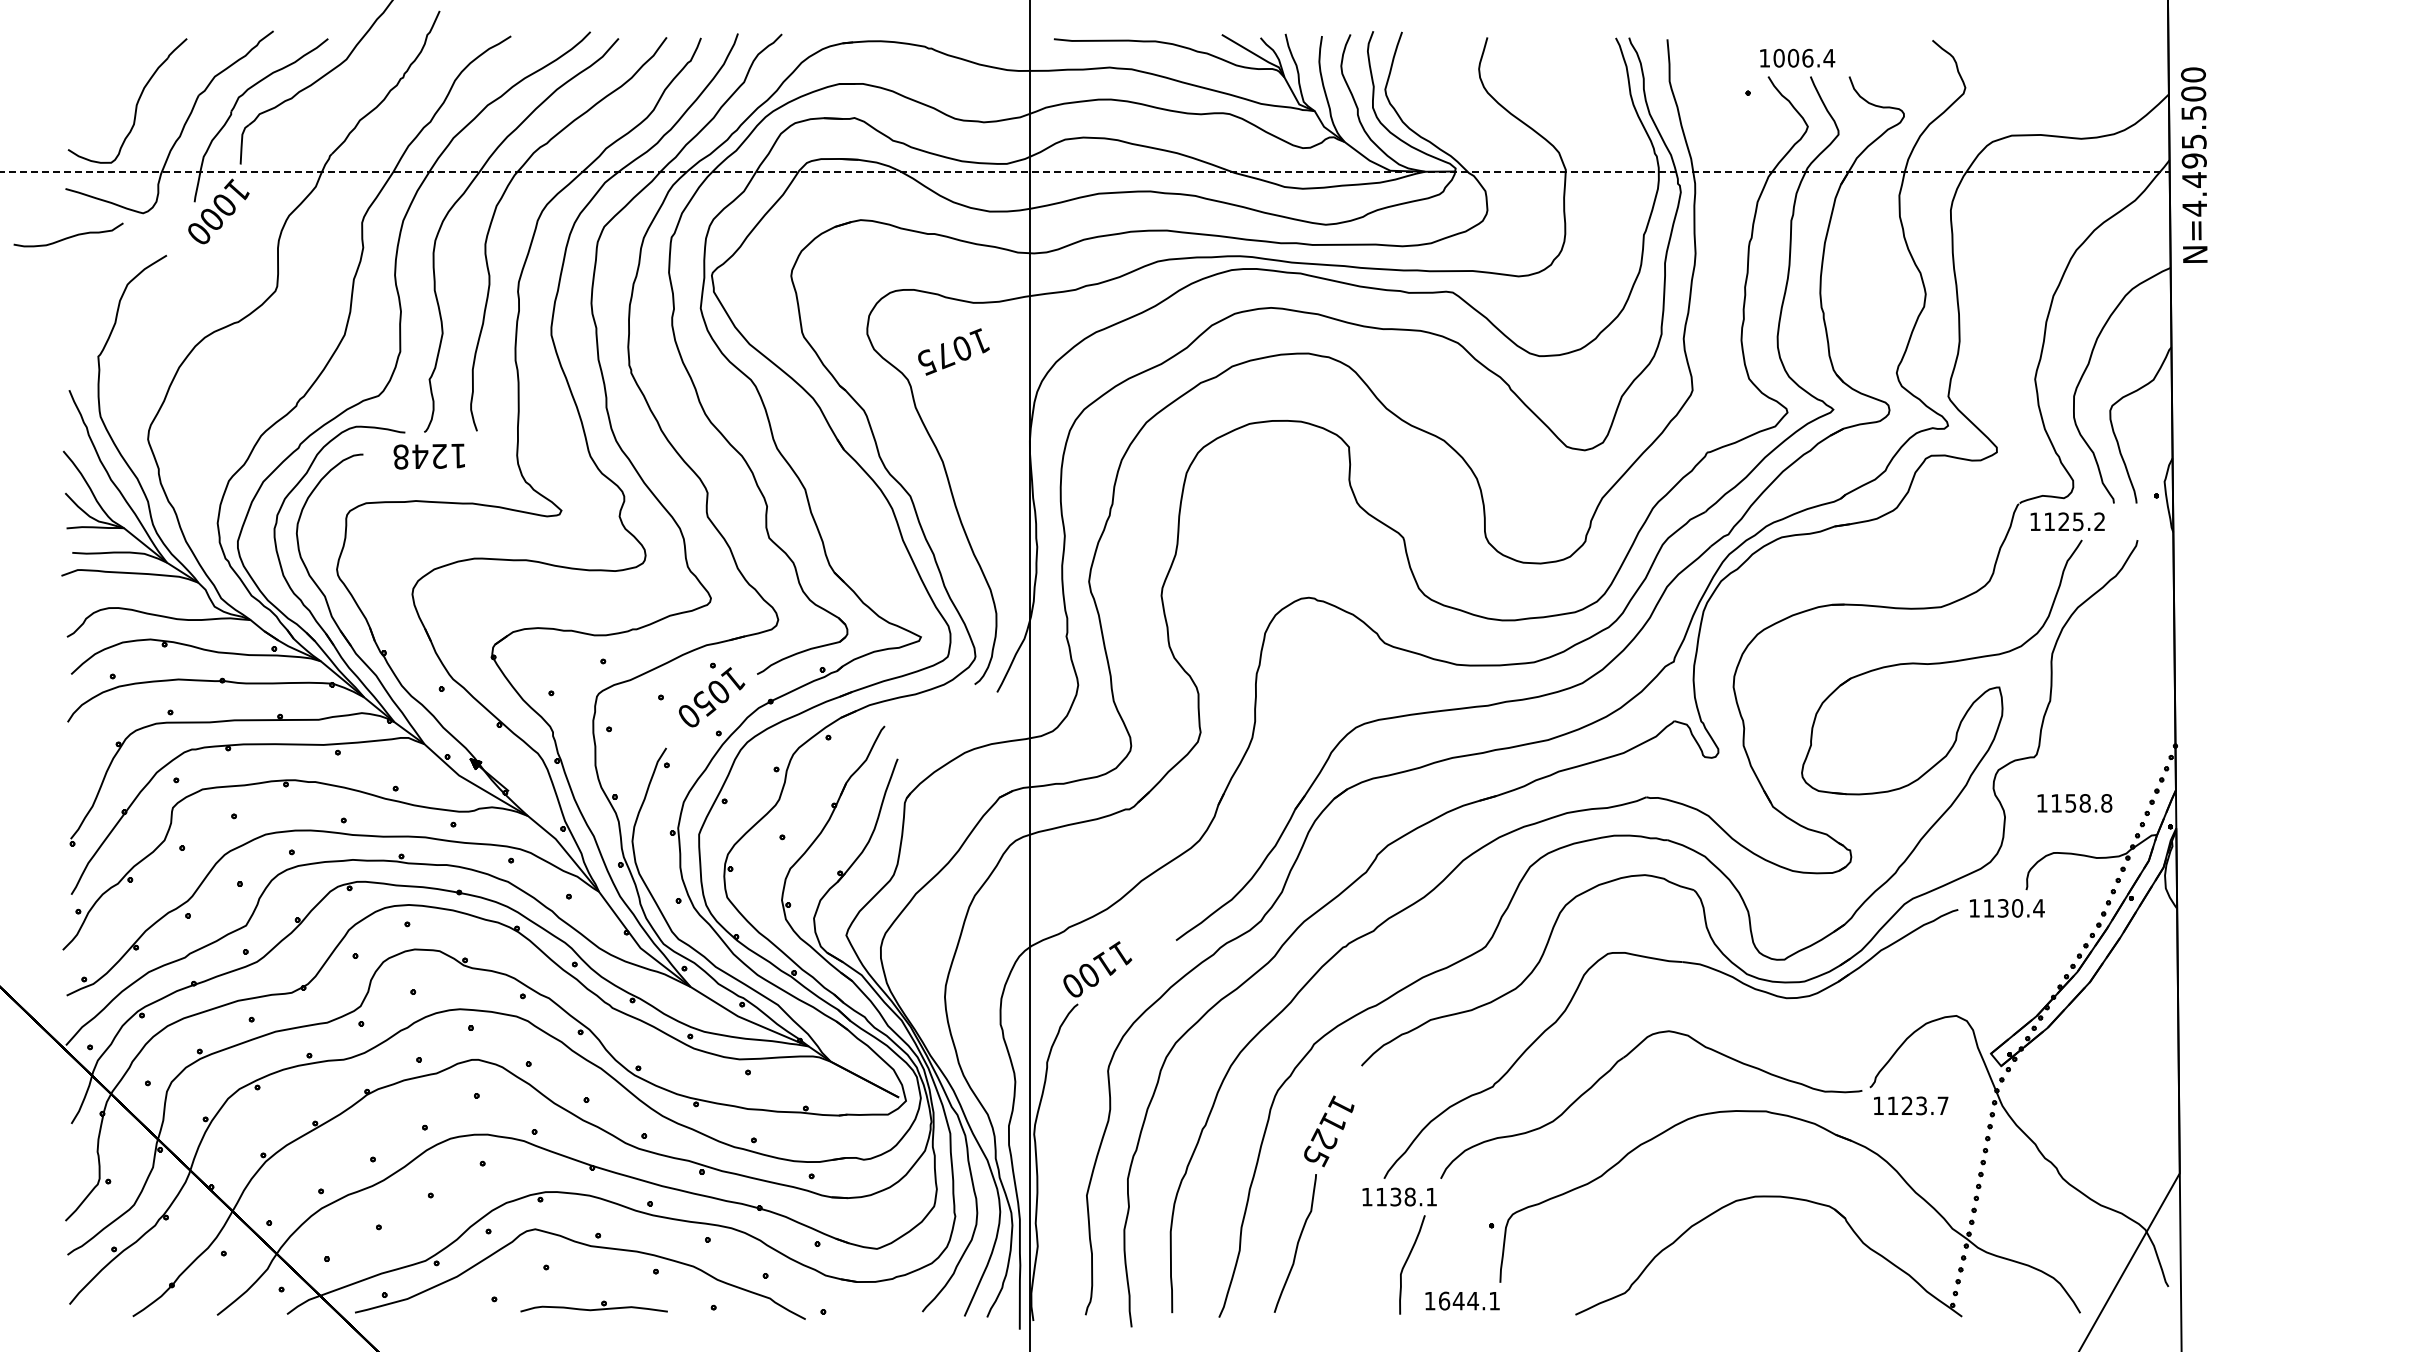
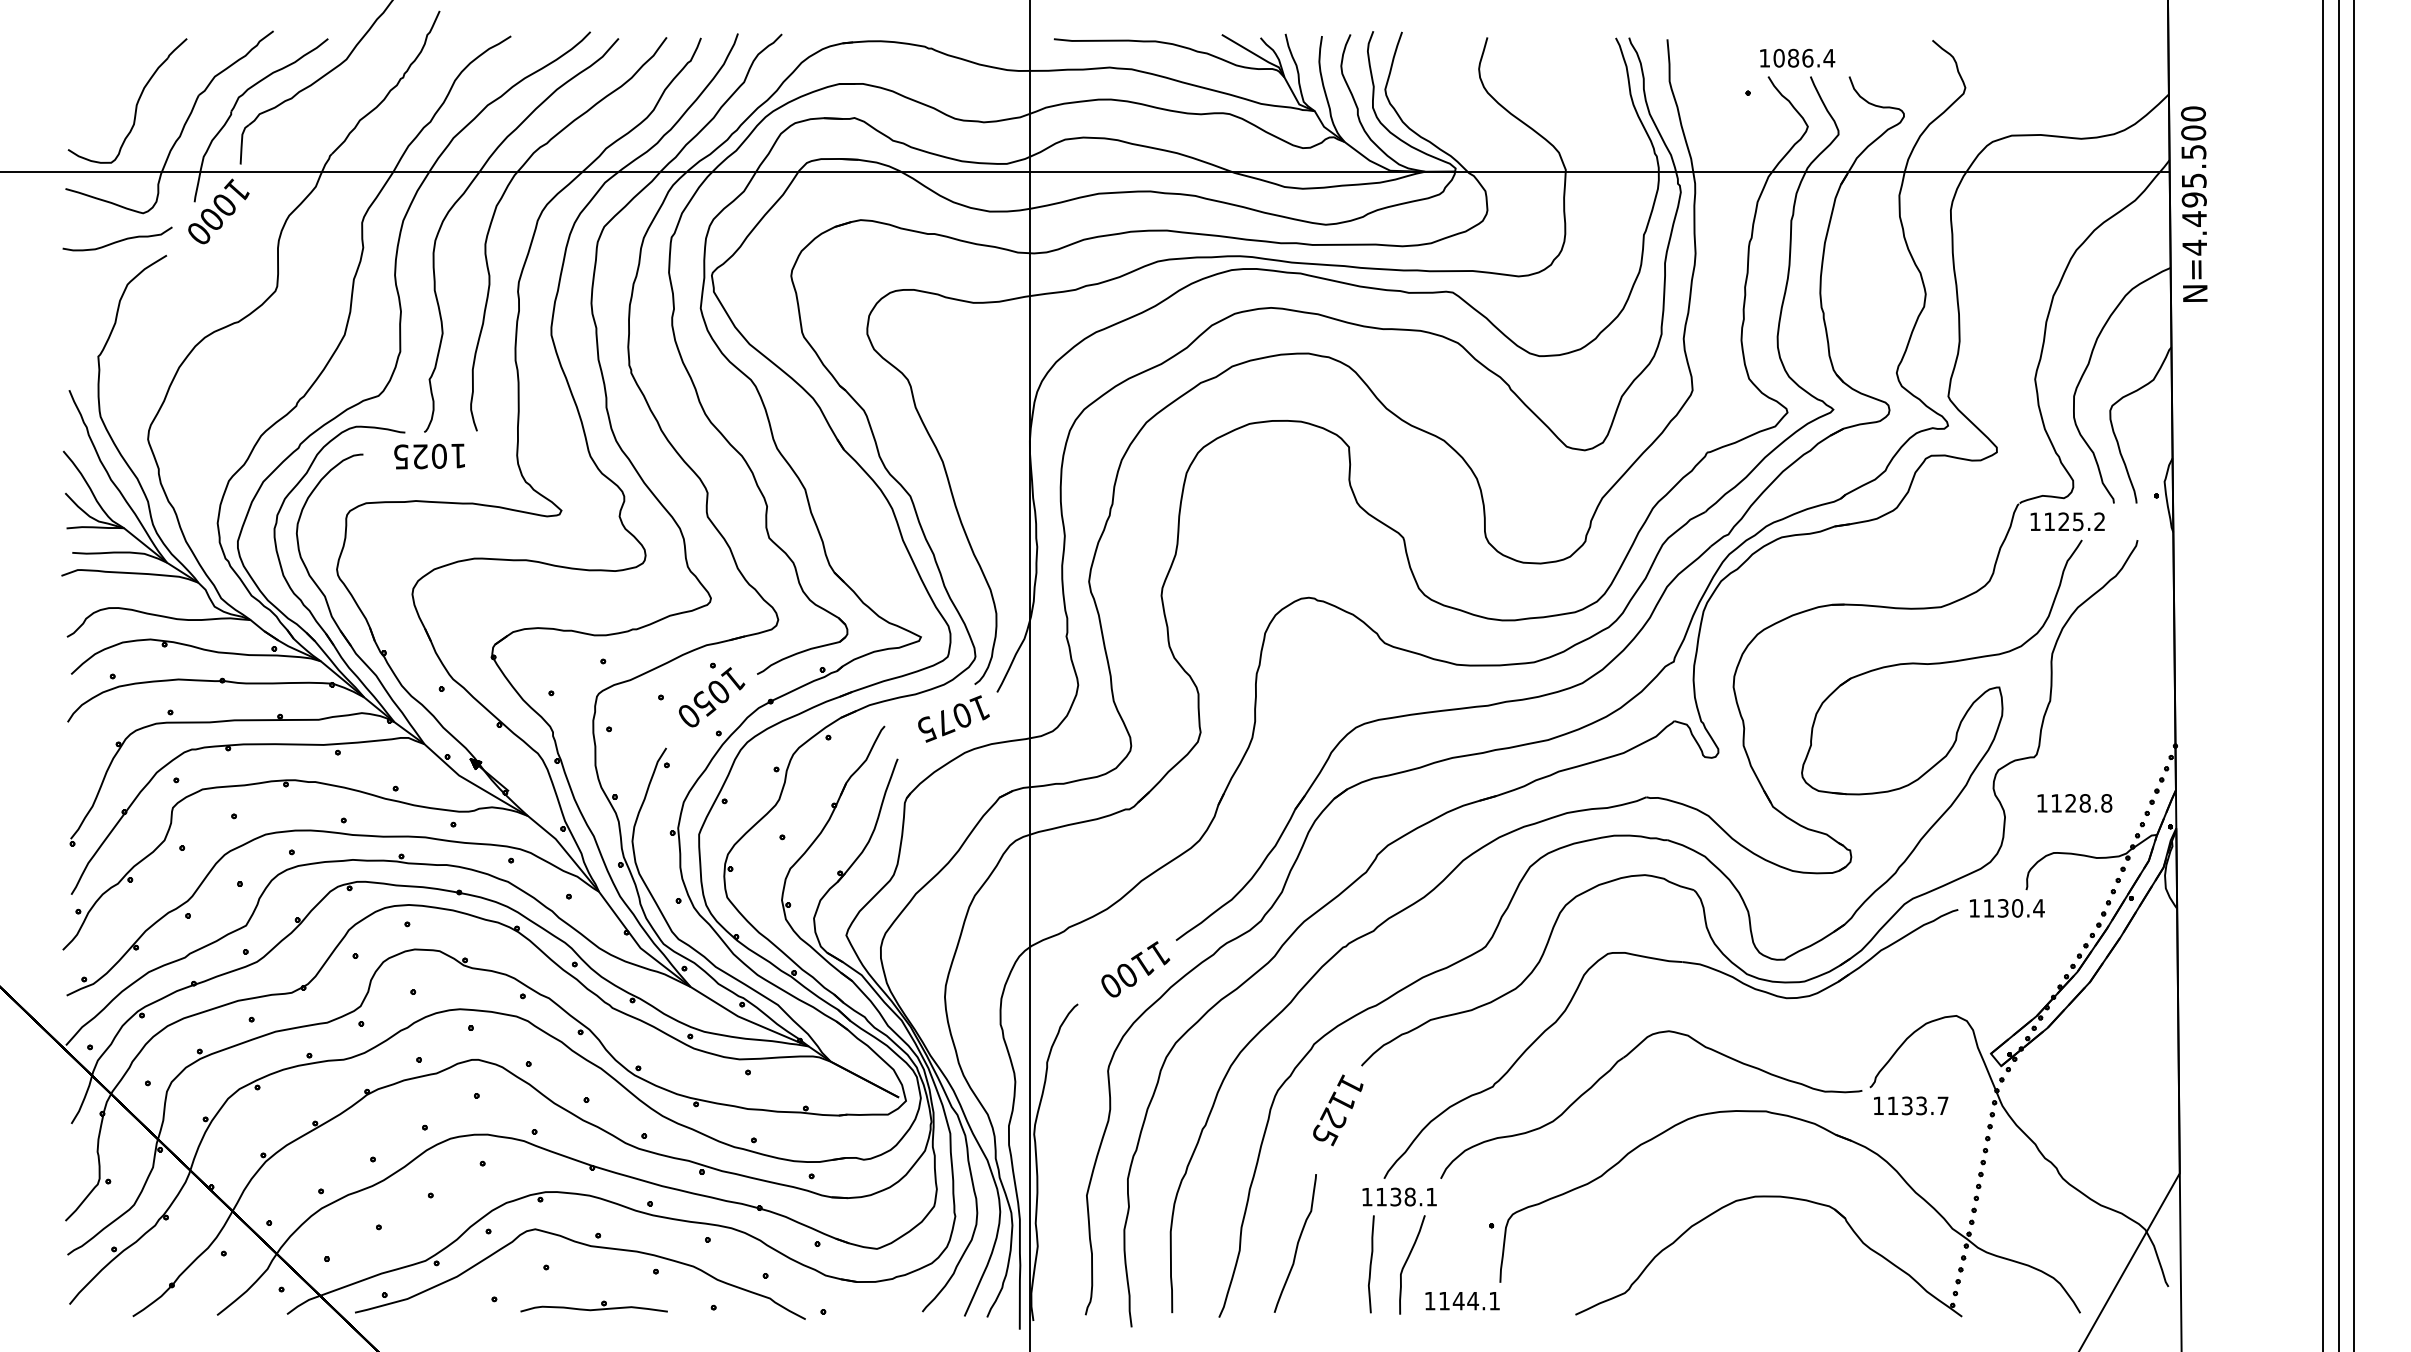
text at (1793, 58): 1006.4 -> 1086.4
text at (2194, 164) position: (2194, 164) -> (2194, 203)
line at (1085, 171): dashed -> solid
curve at (68, 236) position: (68, 236) -> (117, 240)
text at (953, 351) position: (953, 351) -> (953, 718)
text at (419, 456): 1248 -> 1025
line at (2323, 675): none -> present
line at (2338, 675): none -> present
line at (2353, 675): none -> present
text at (2070, 803): 1158.8 -> 1128.8
text at (1097, 969) position: (1097, 969) -> (1135, 969)
text at (1906, 1105): 1123.7 -> 1133.7
text at (1329, 1131) position: (1329, 1131) -> (1338, 1110)
curve at (1371, 1264): none -> present
text at (1444, 1300): 1644.1 -> 1144.1
